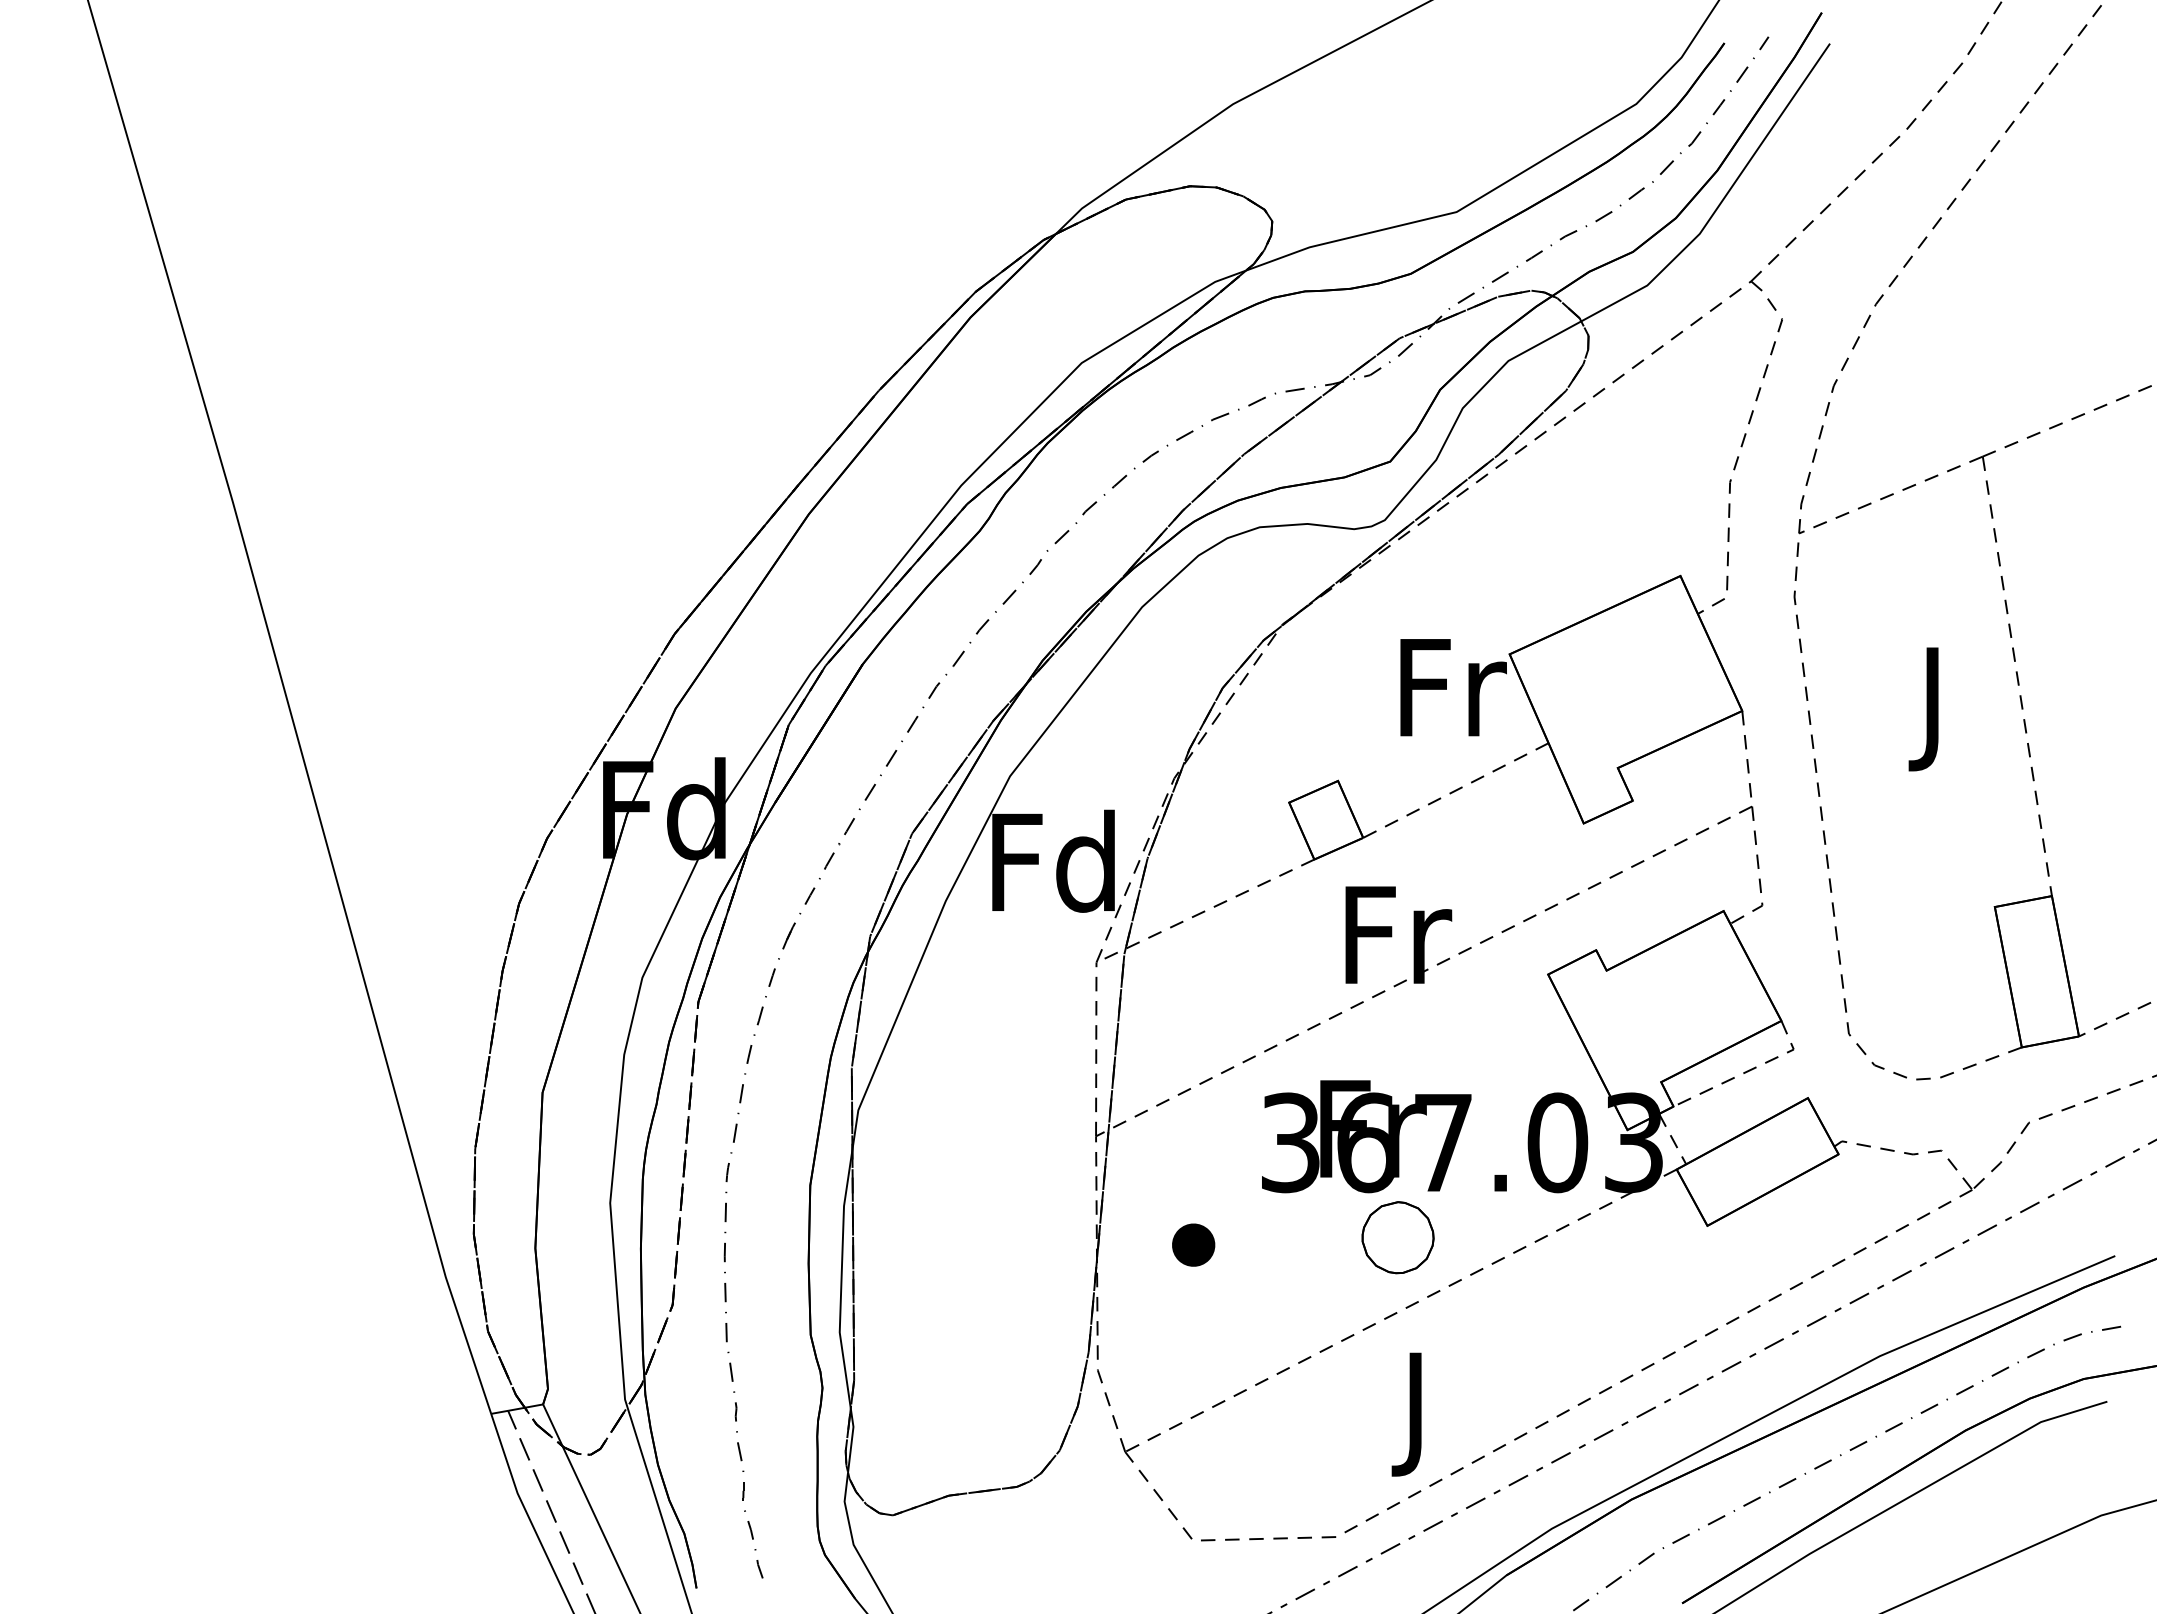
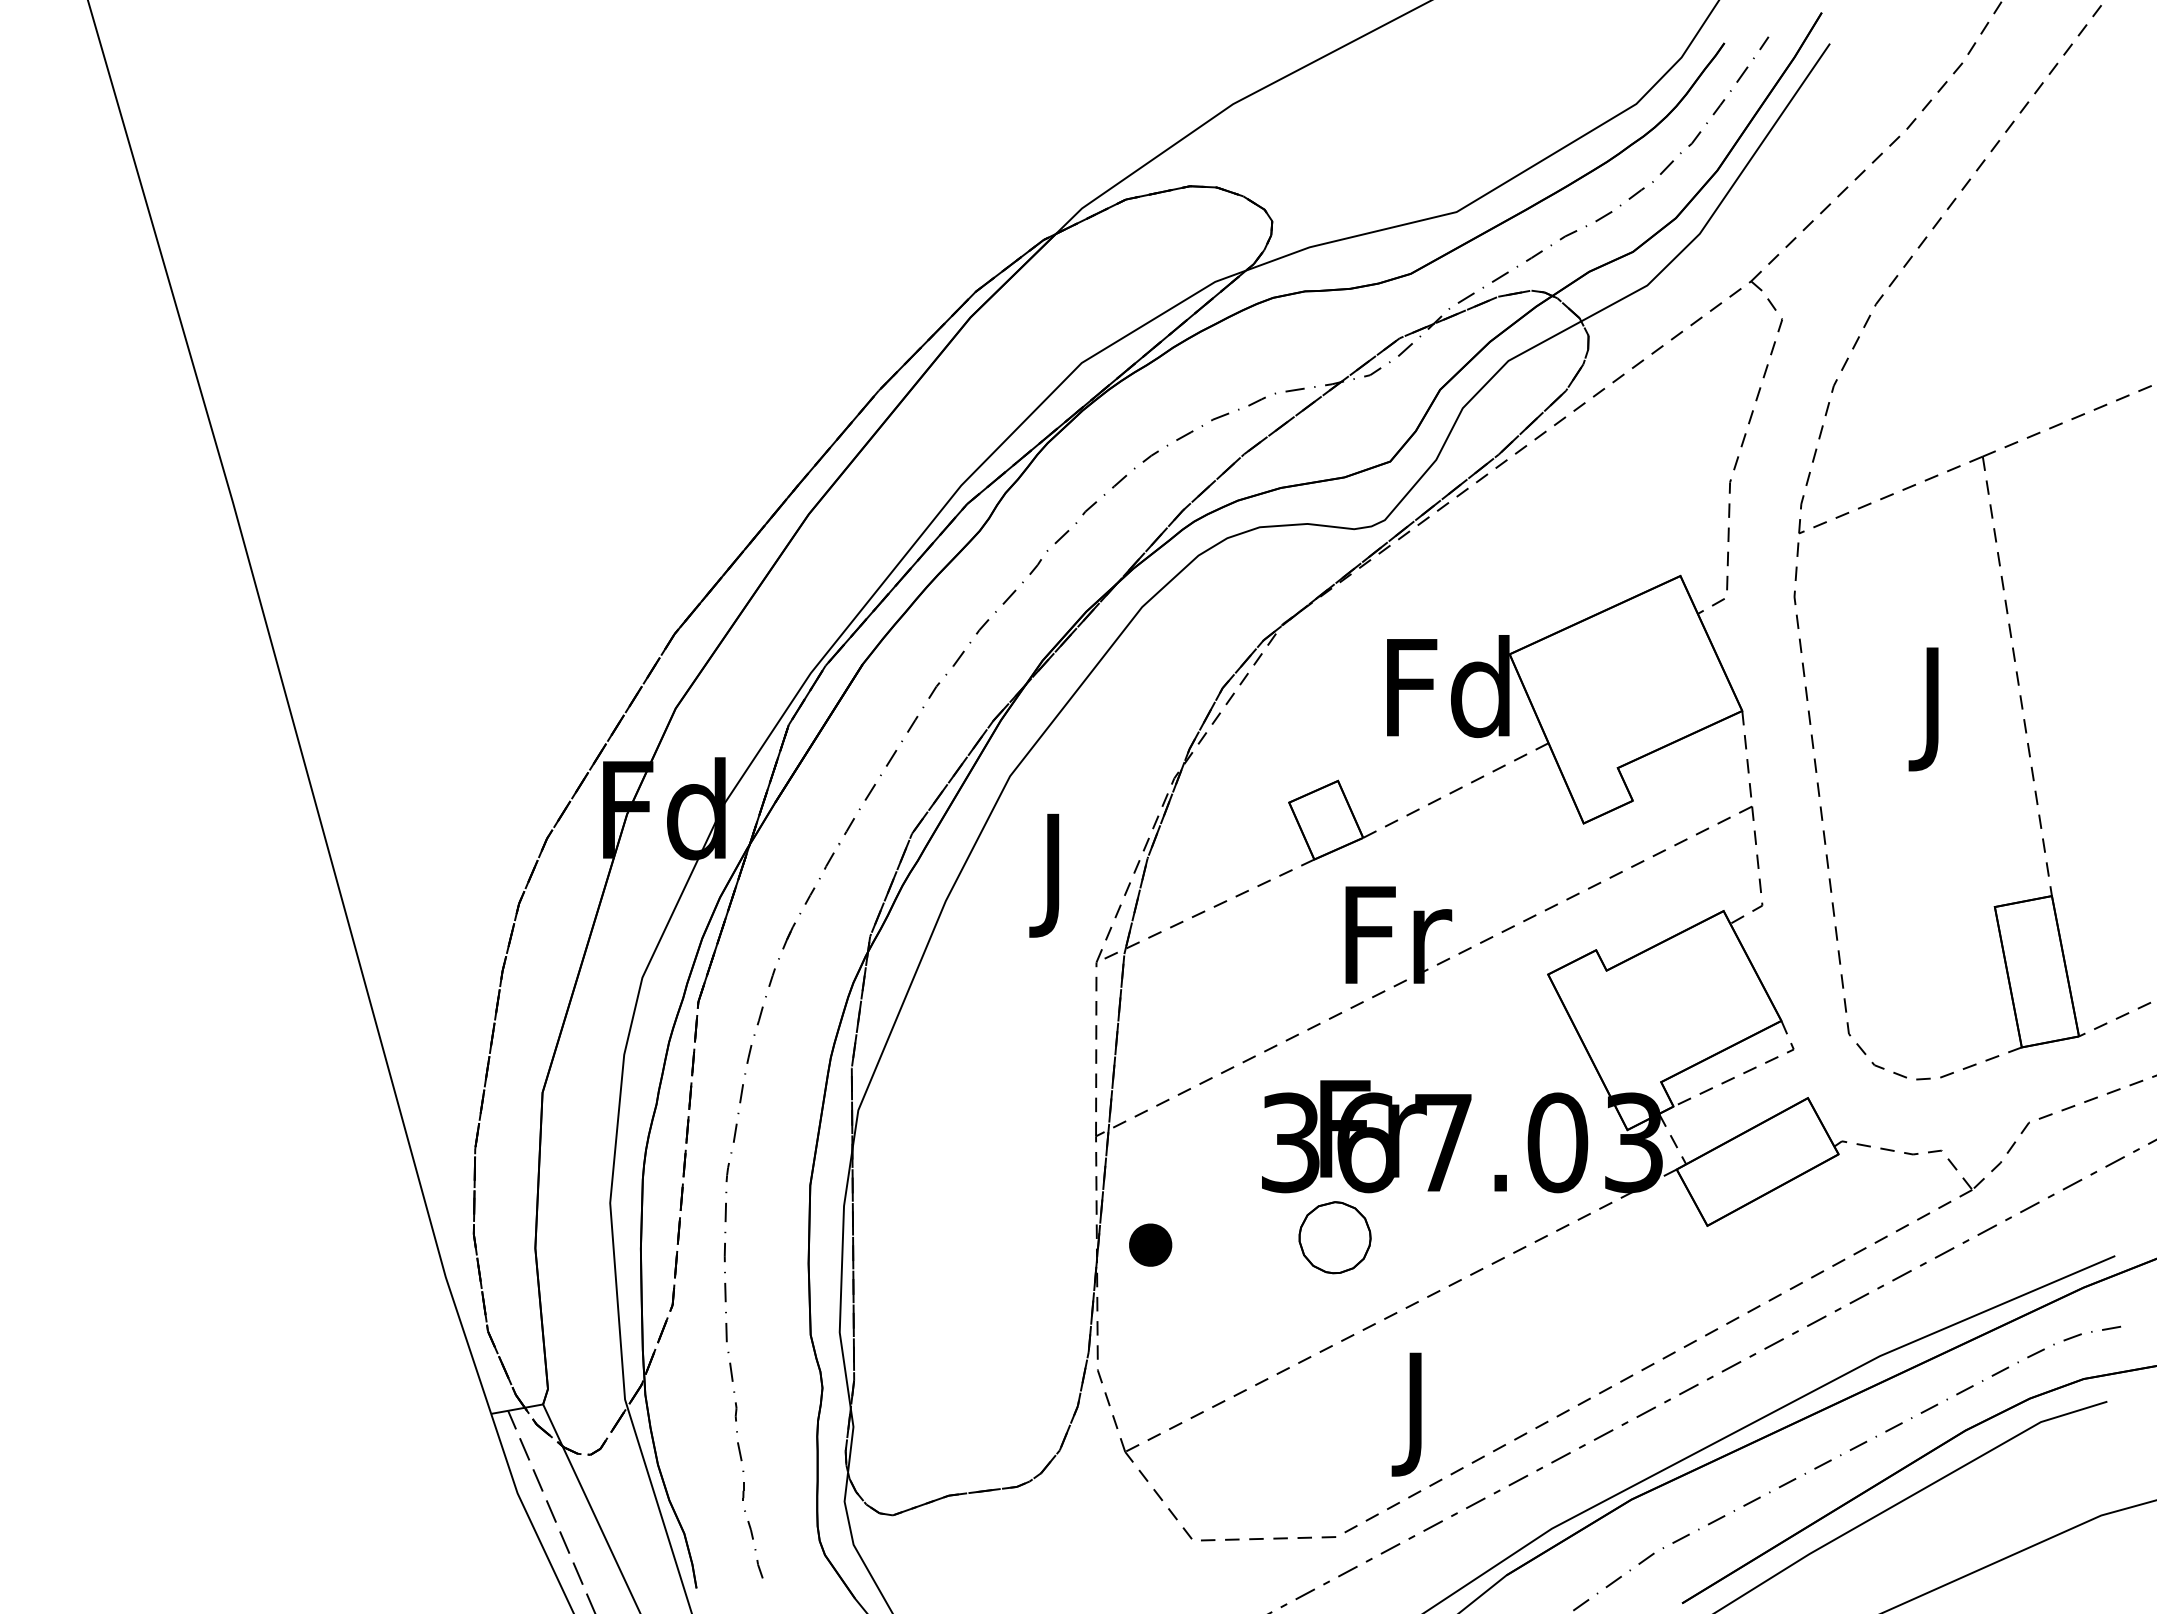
text at (1448, 686): Fr -> Fd
text at (1053, 873): Fd -> J
part at (1397, 1237) position: (1397, 1237) -> (1334, 1237)
part at (1193, 1244) position: (1193, 1244) -> (1150, 1244)
